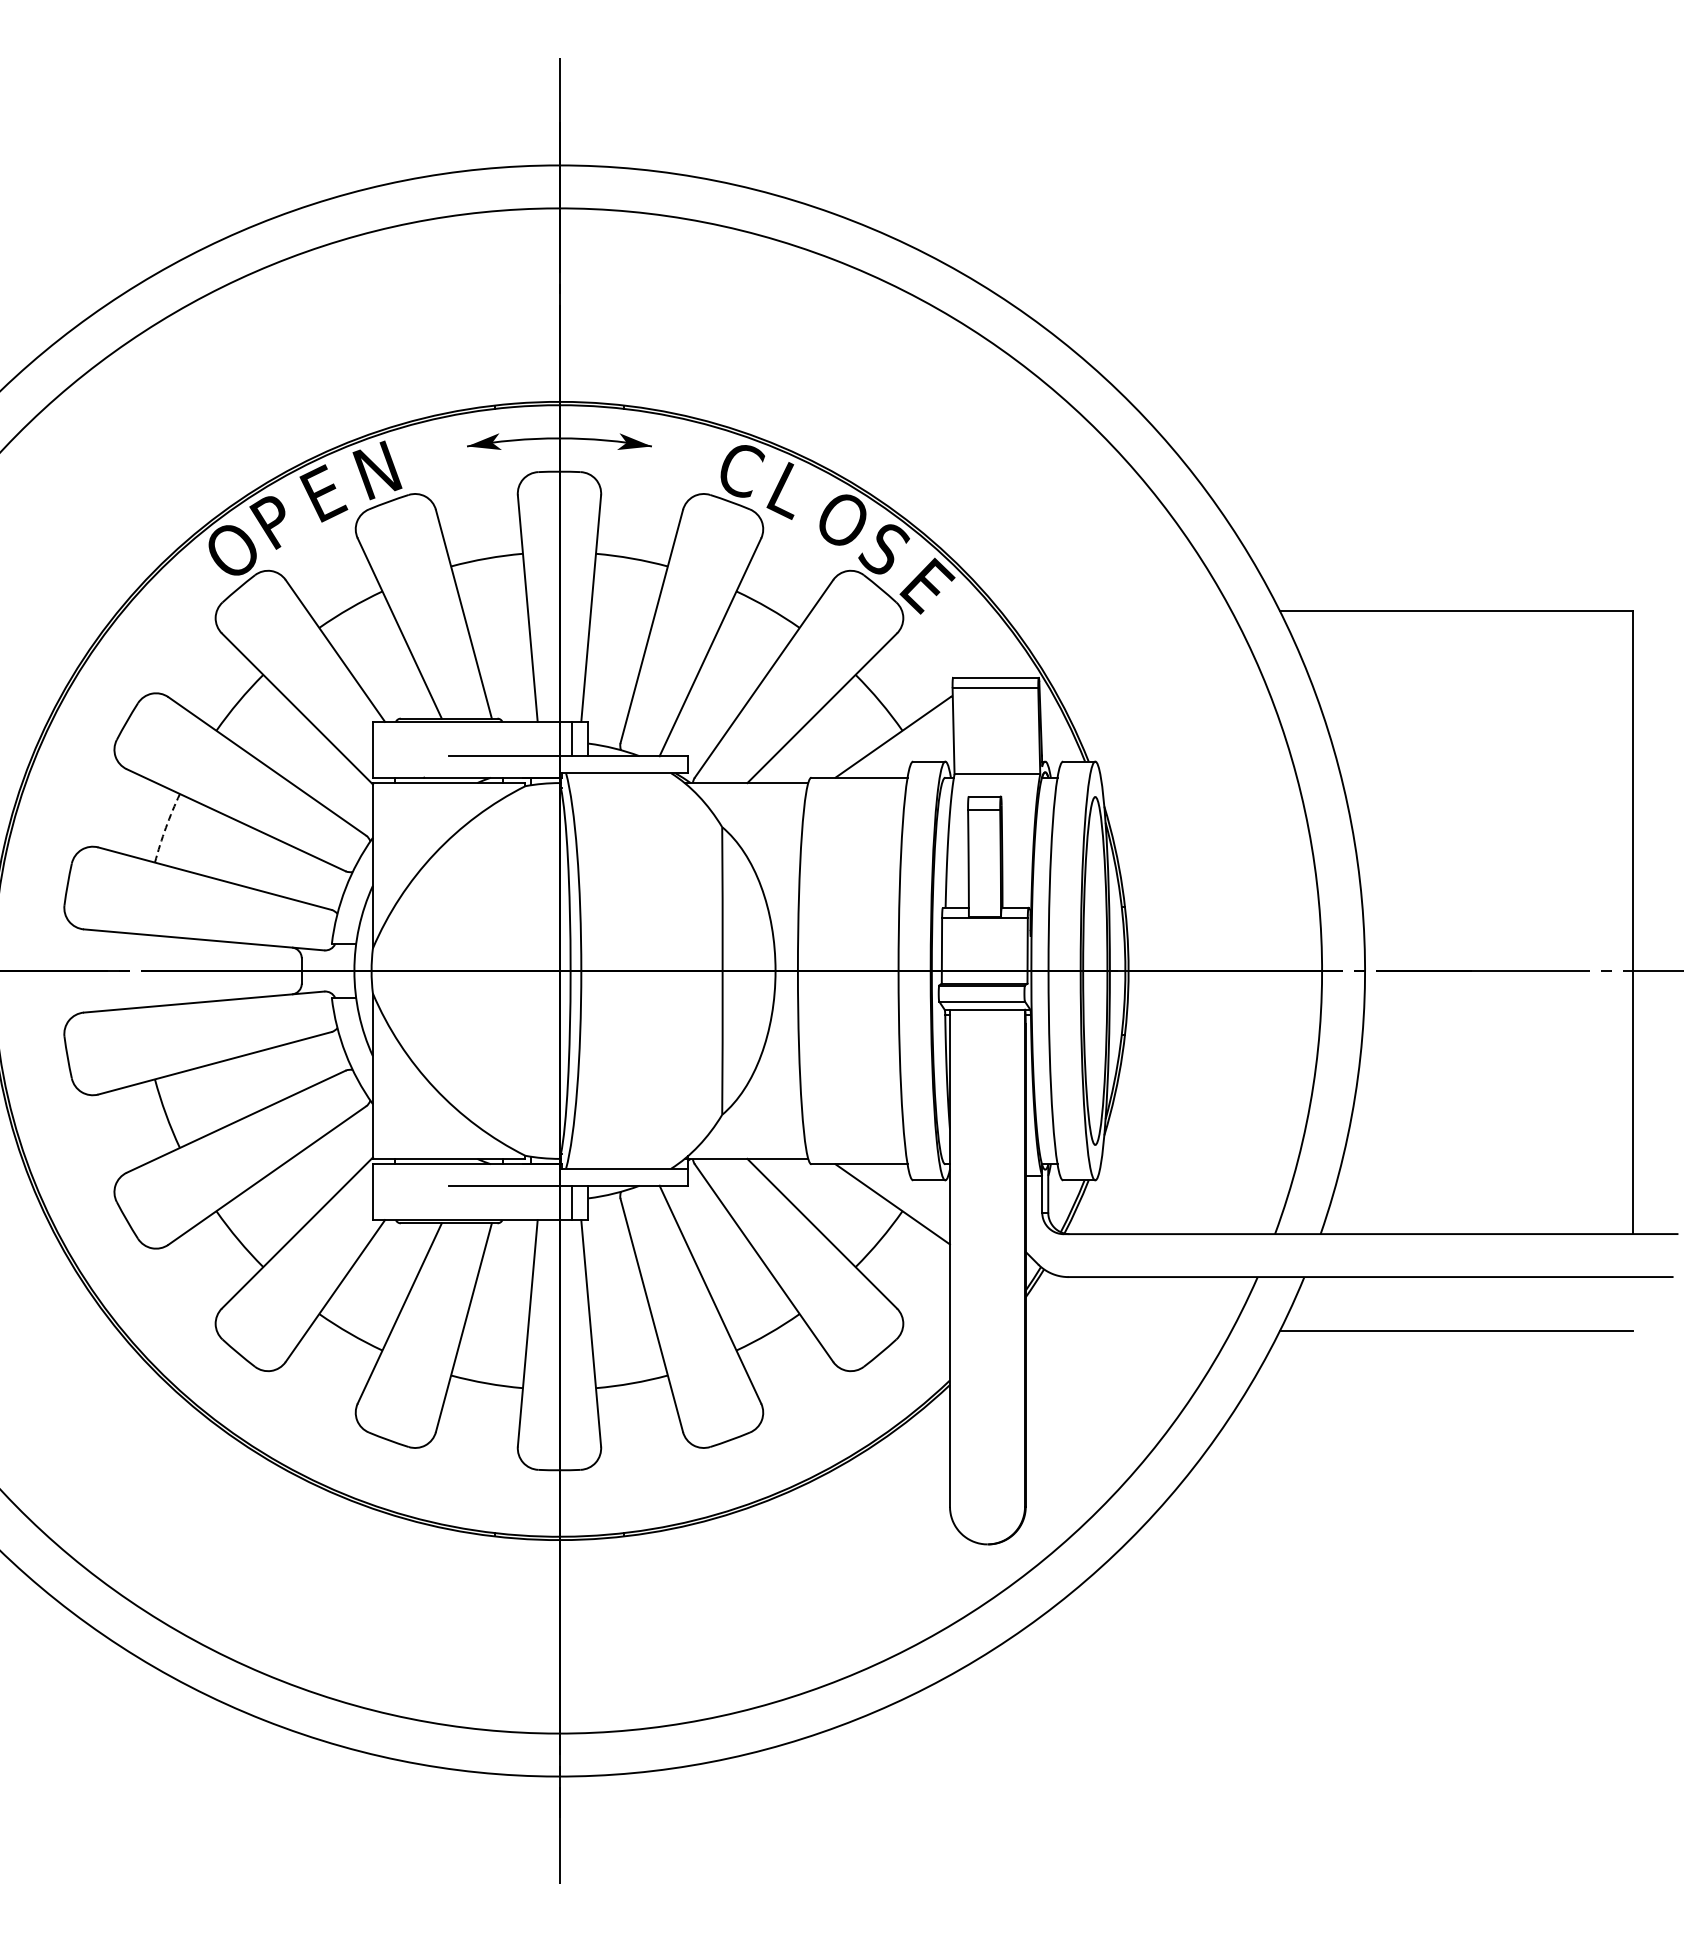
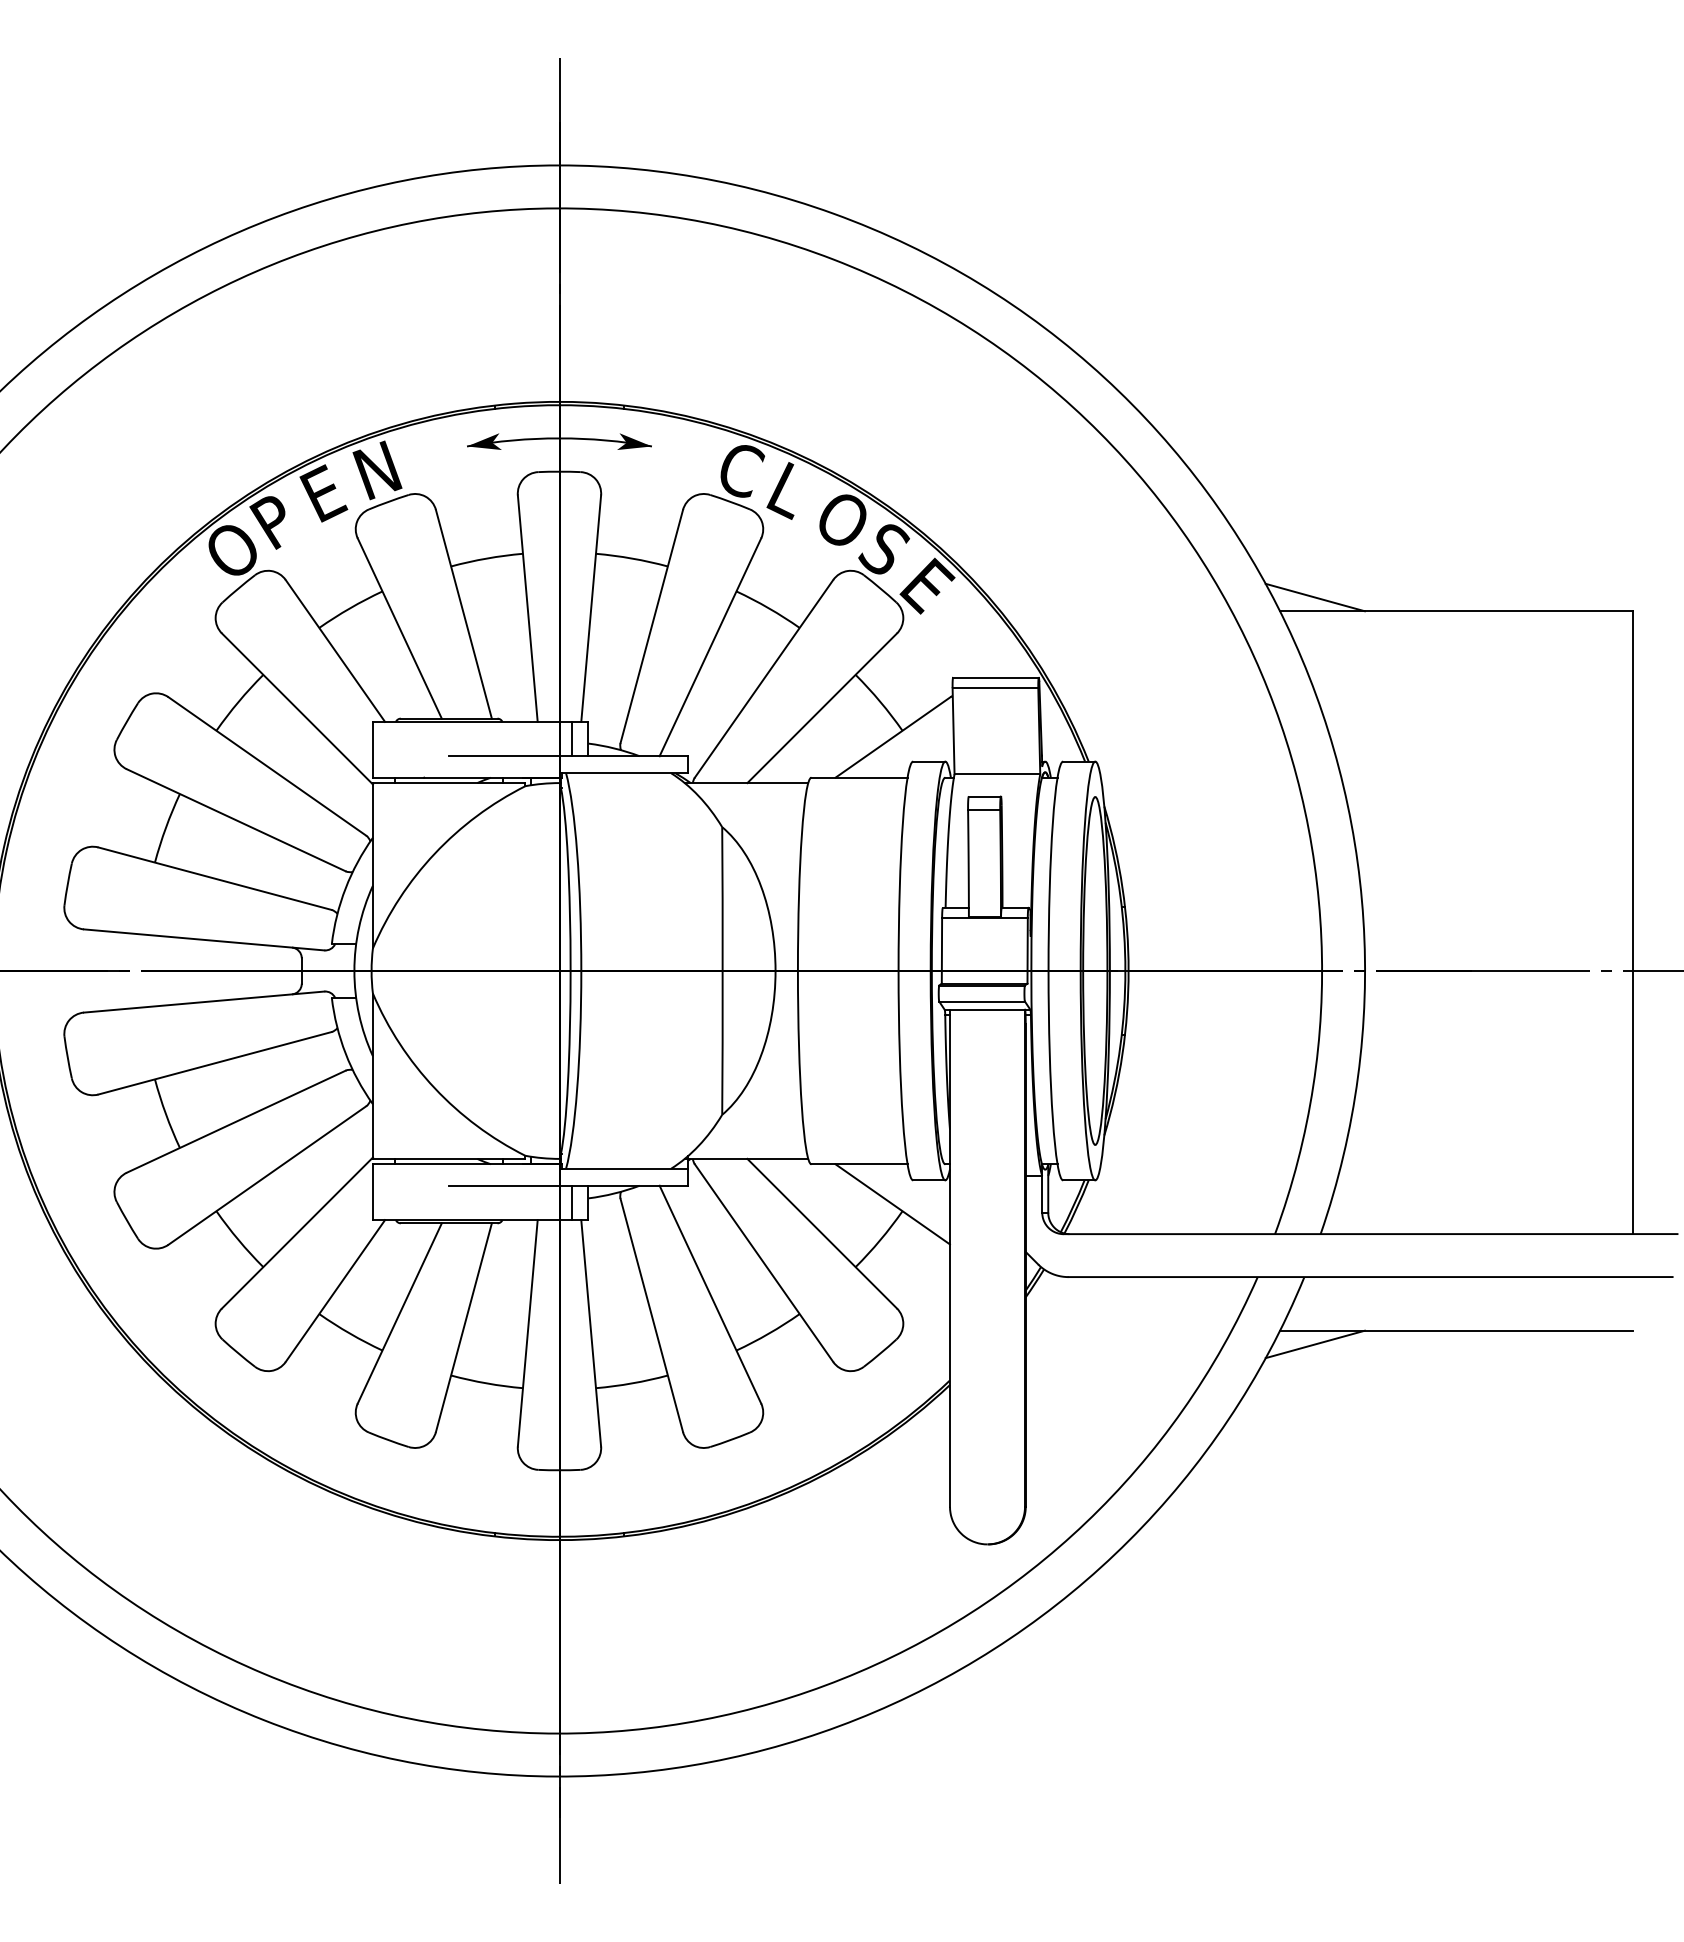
line at (1314, 597): none -> present
arc at (165, 827): dashed -> solid
line at (1314, 1344): none -> present
